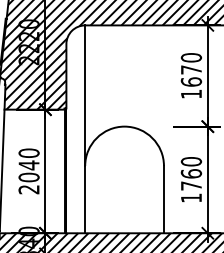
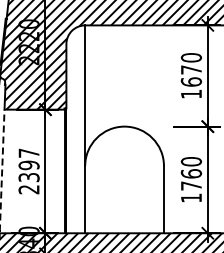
text at (28, 165): 2040 -> 2397
line at (2, 167): solid -> dashed
